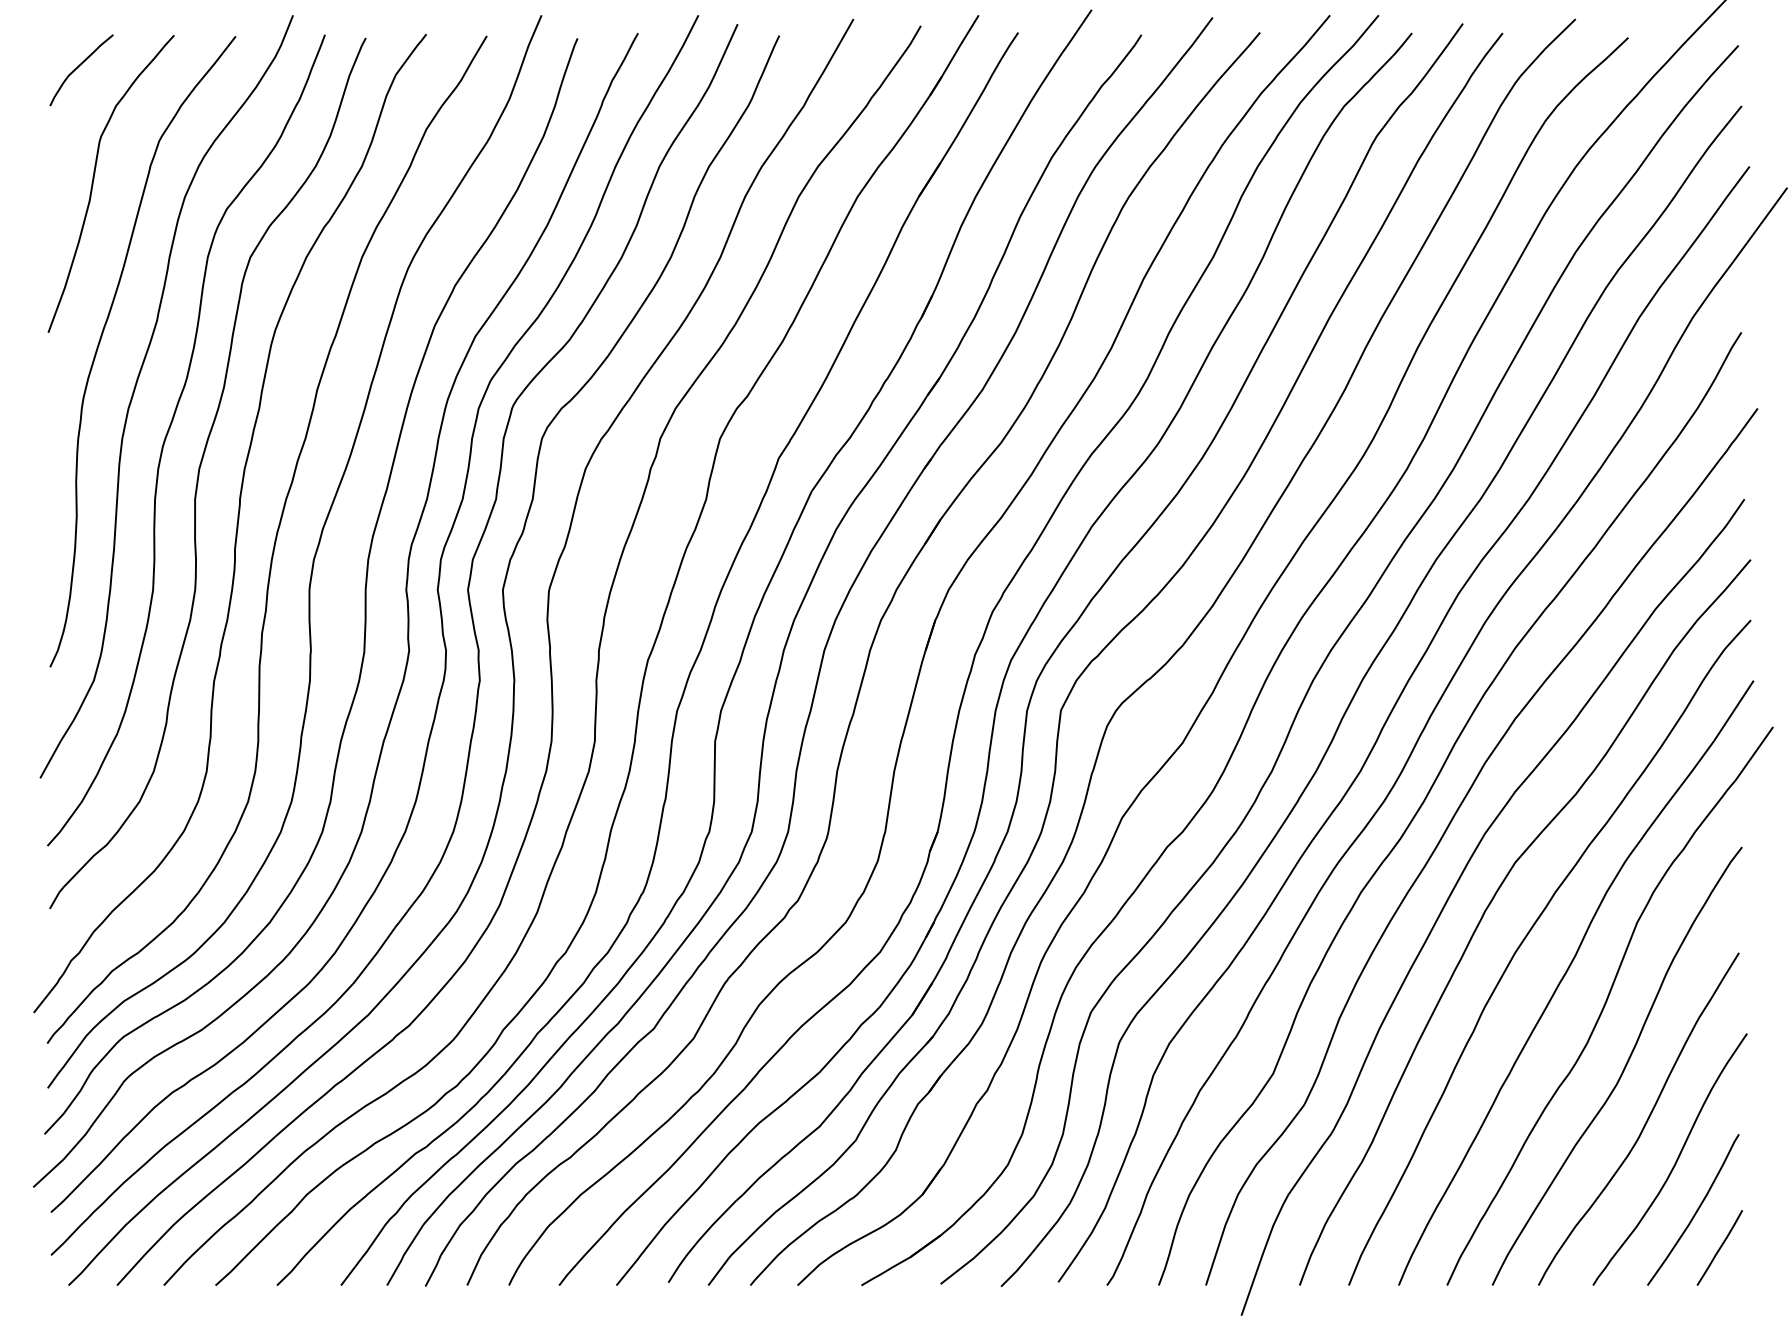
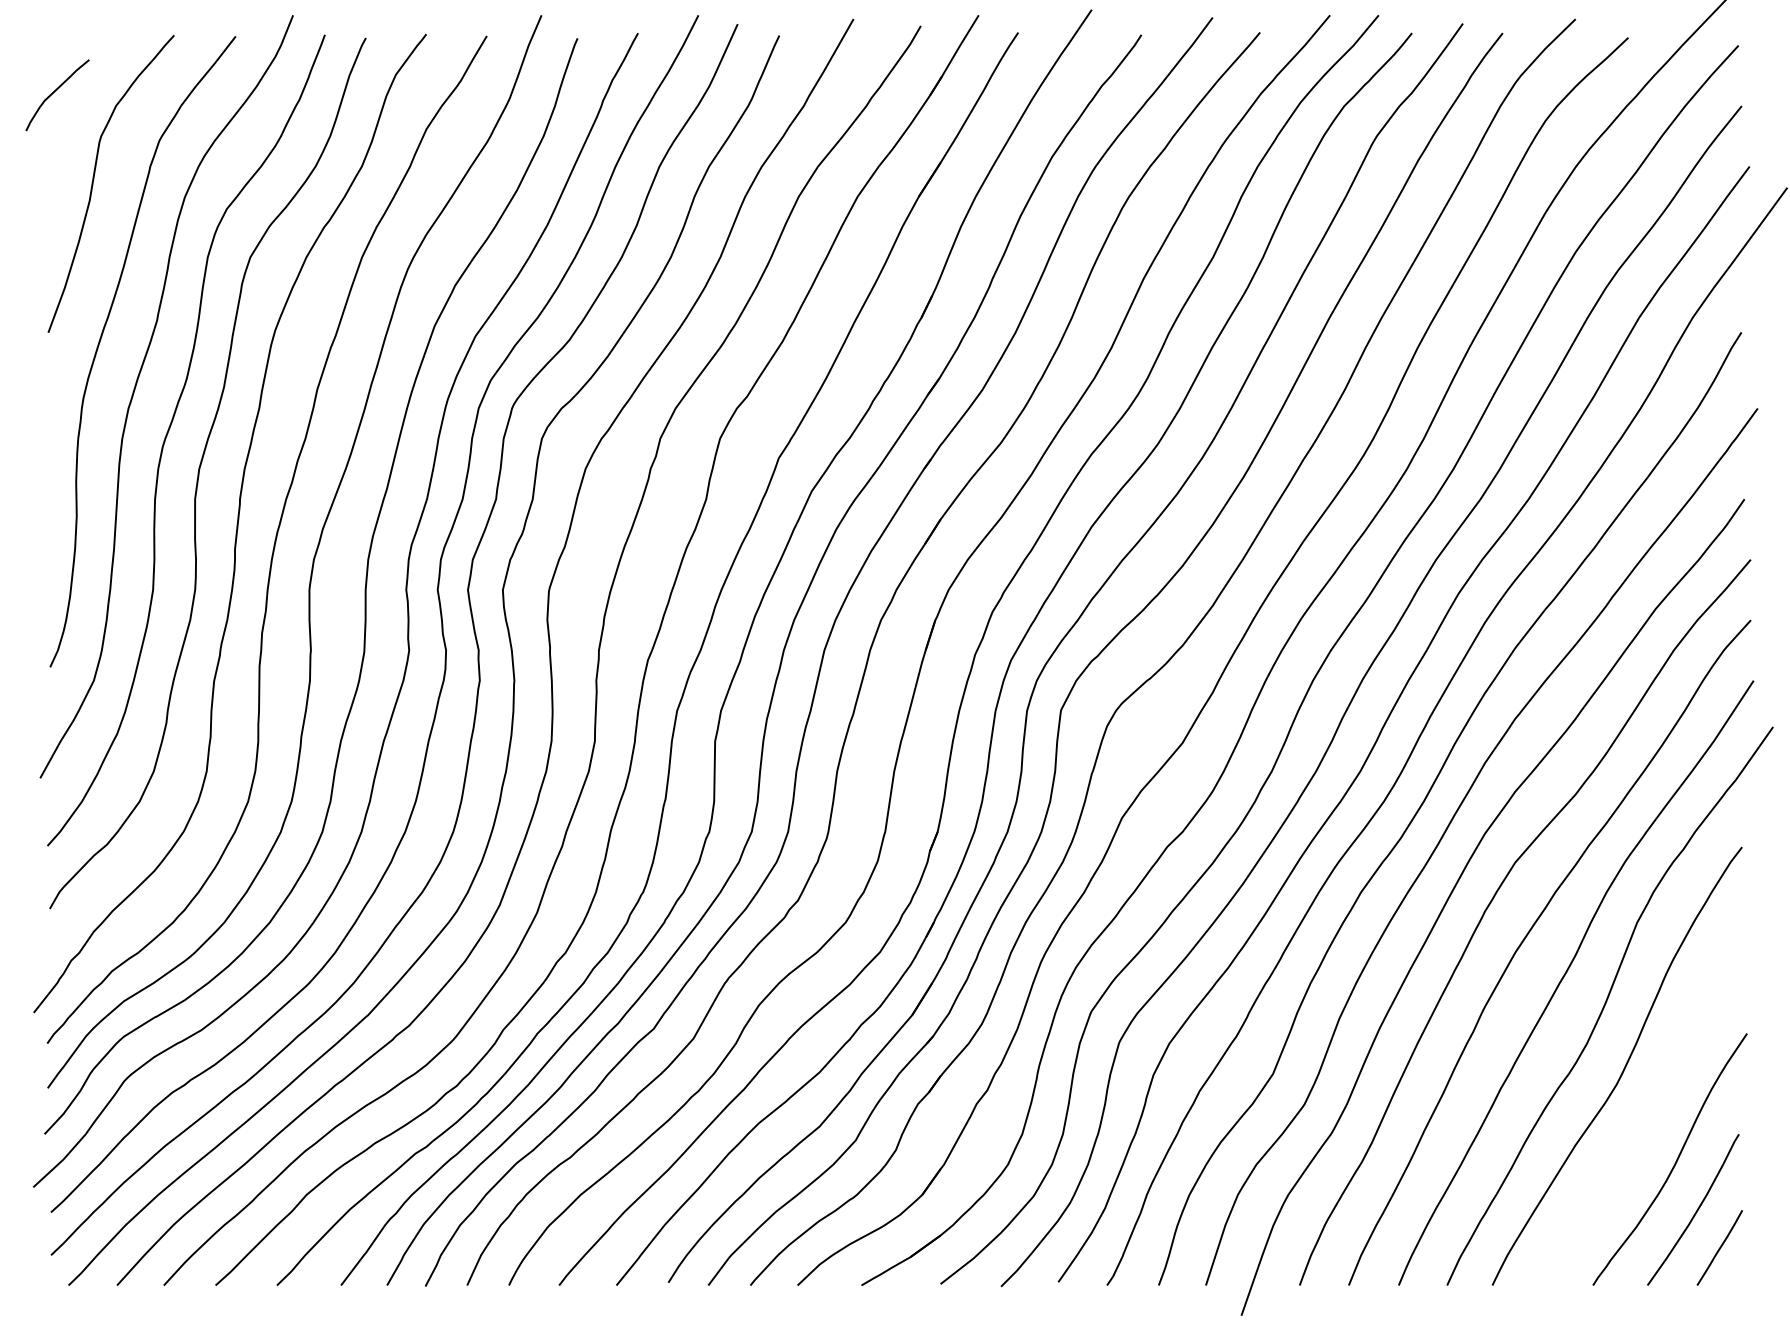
curve at (78, 67) position: (78, 67) -> (54, 92)
curve at (1645, 1122): present -> none
